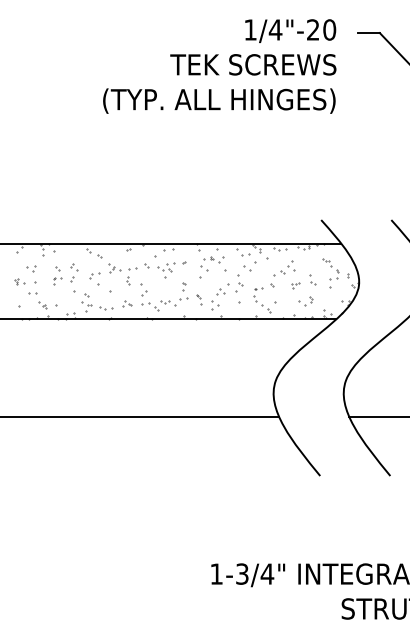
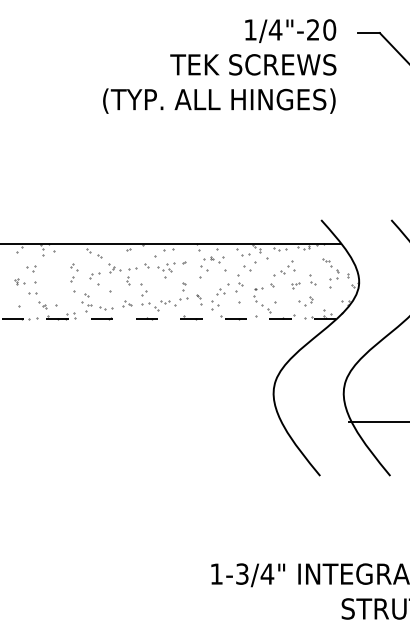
part at (57, 275): present -> none
line at (168, 319): solid -> dashed
line at (140, 416): present -> none
line at (377, 416) position: (377, 416) -> (377, 421)
